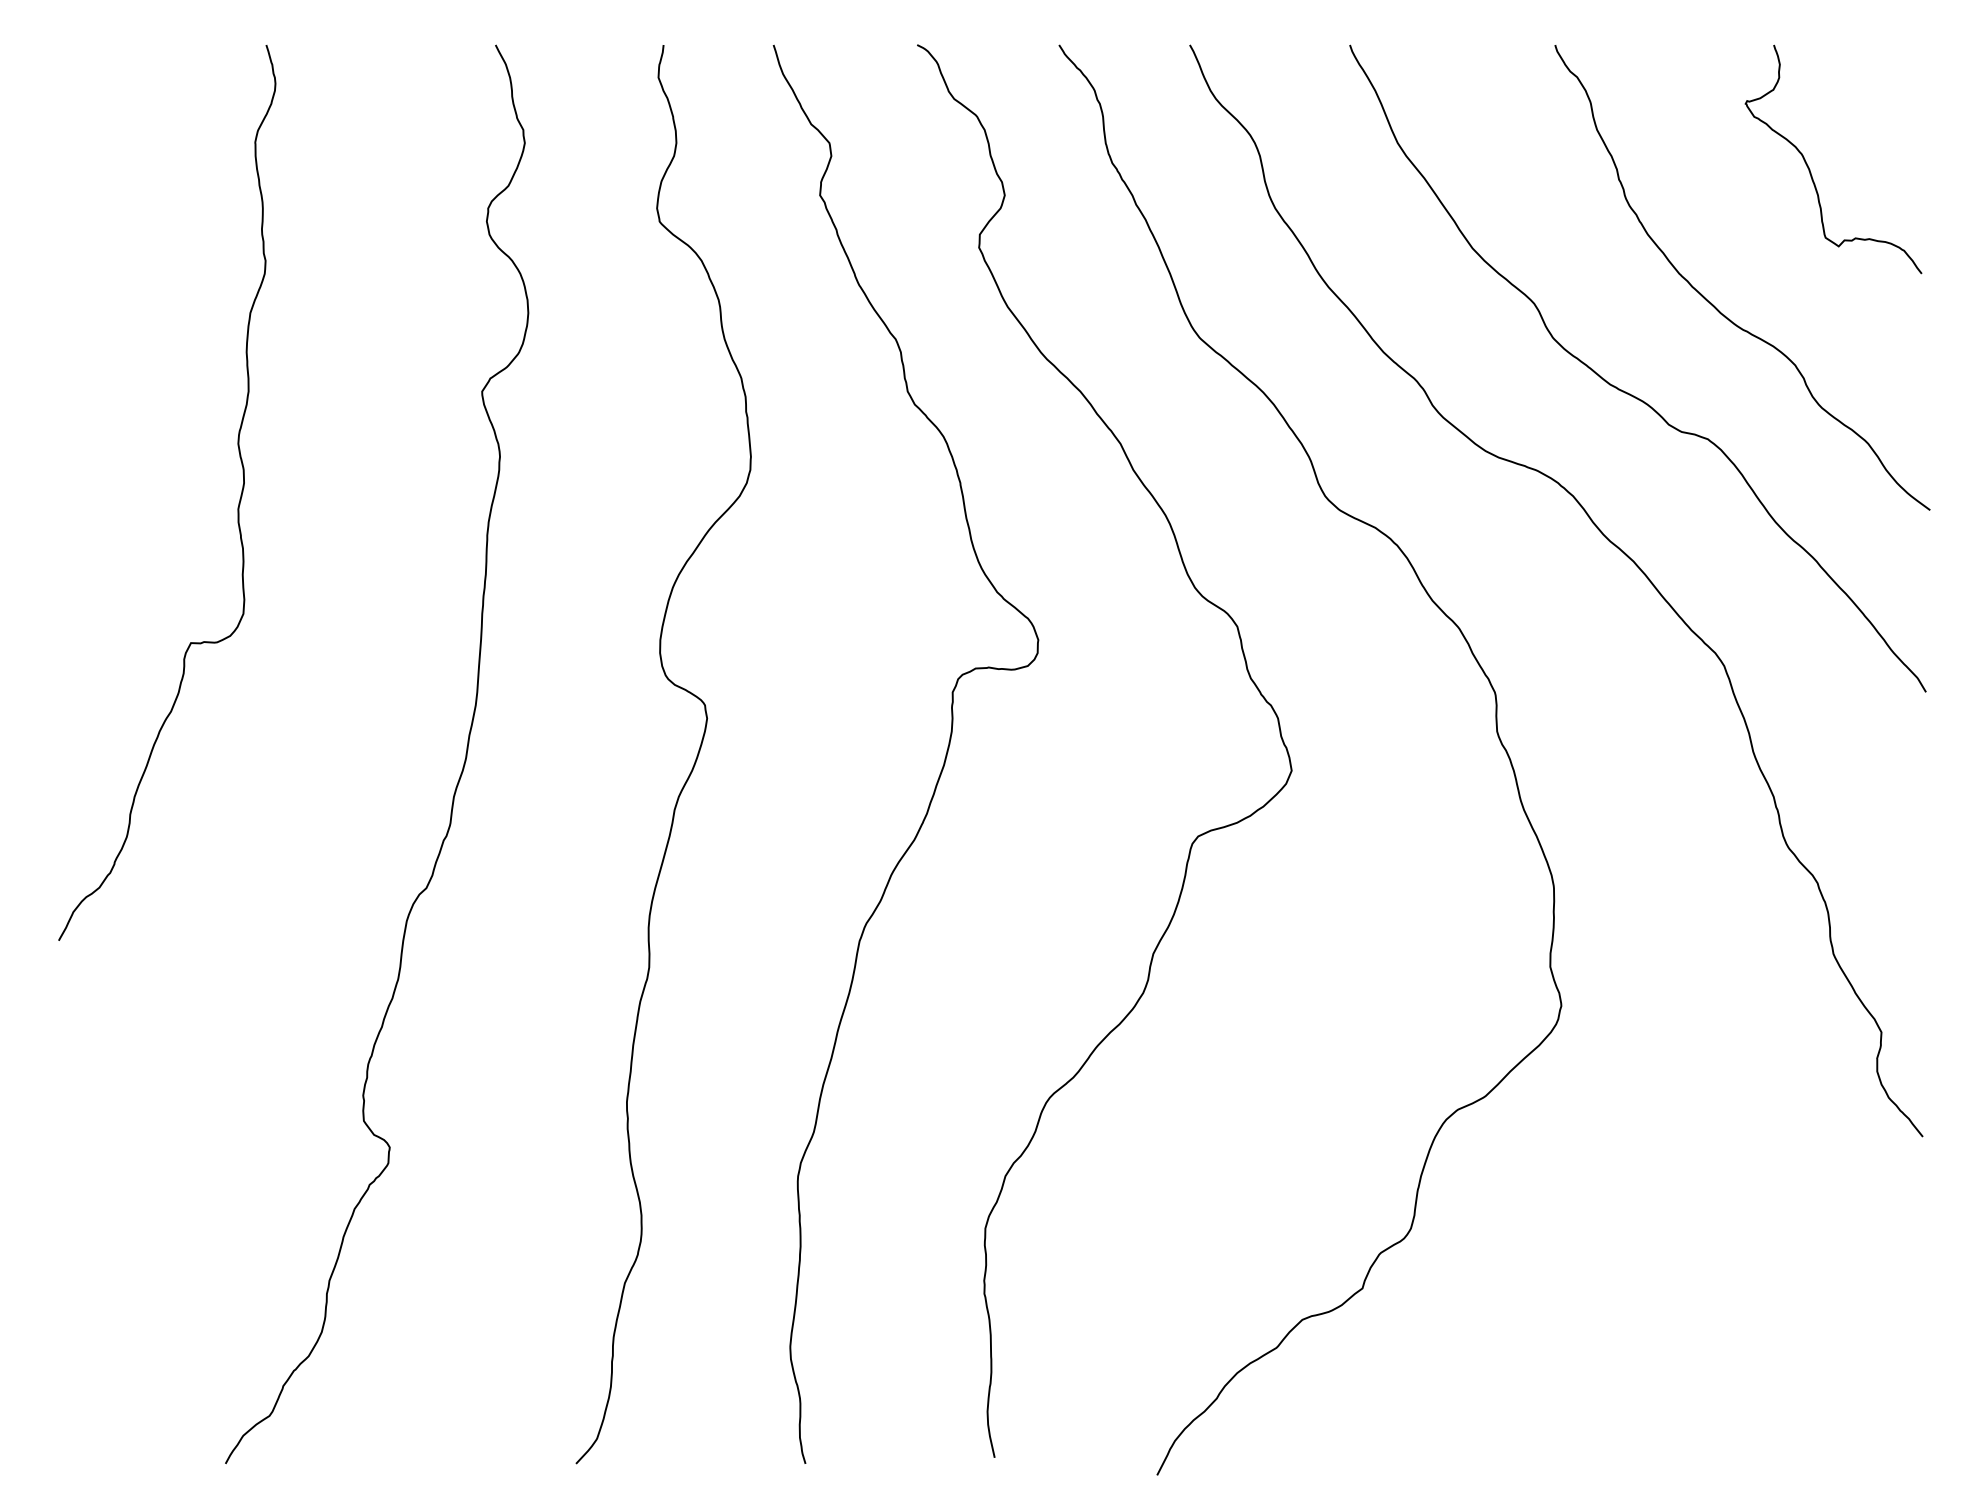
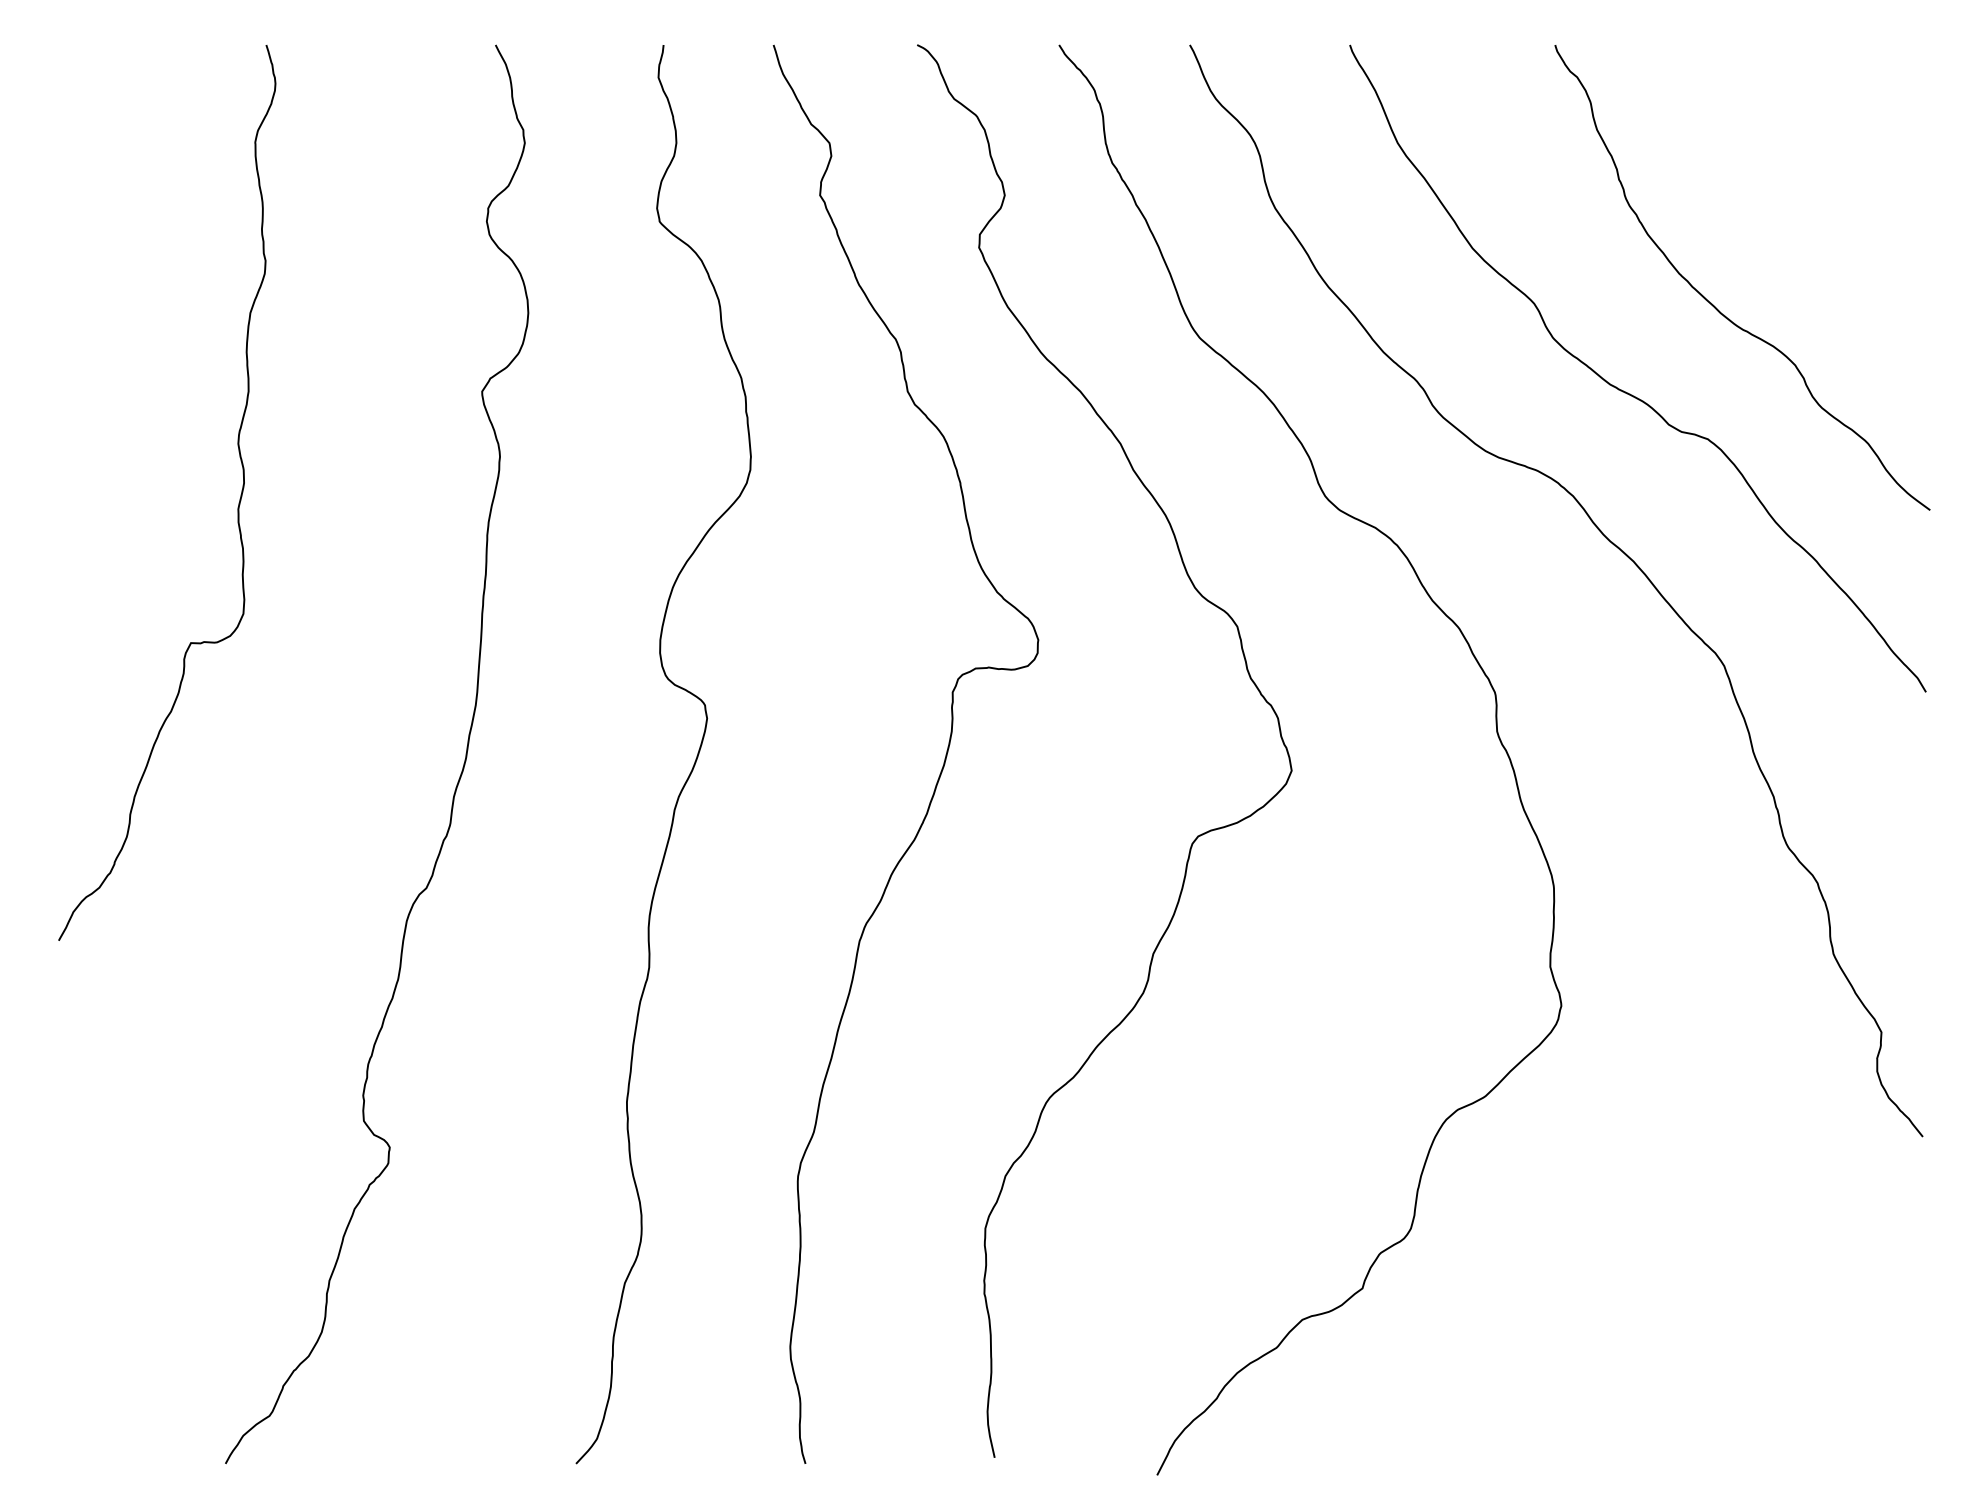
curve at (1810, 169): present -> none
